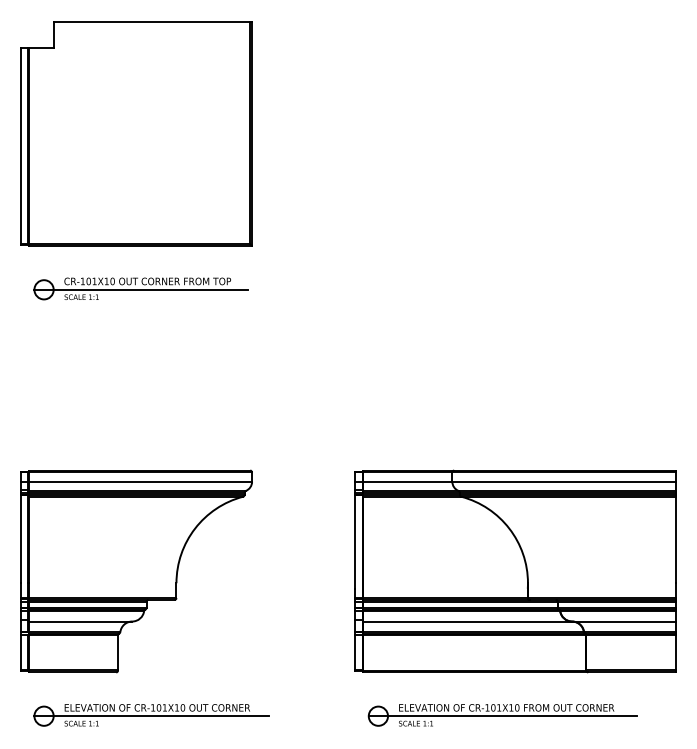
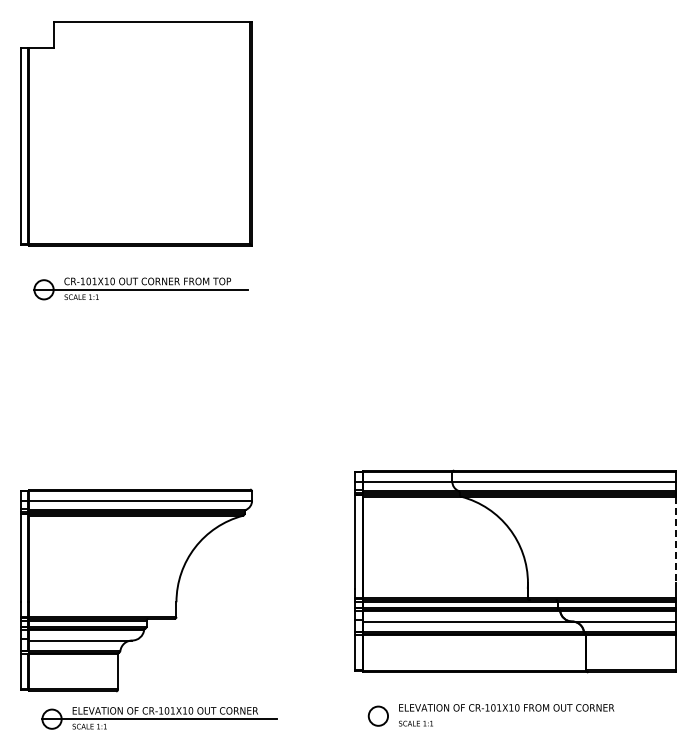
line at (675, 540): solid -> dashed
part at (136, 571) position: (136, 571) -> (136, 590)
part at (151, 715) position: (151, 715) -> (159, 718)
line at (502, 716): present -> none
